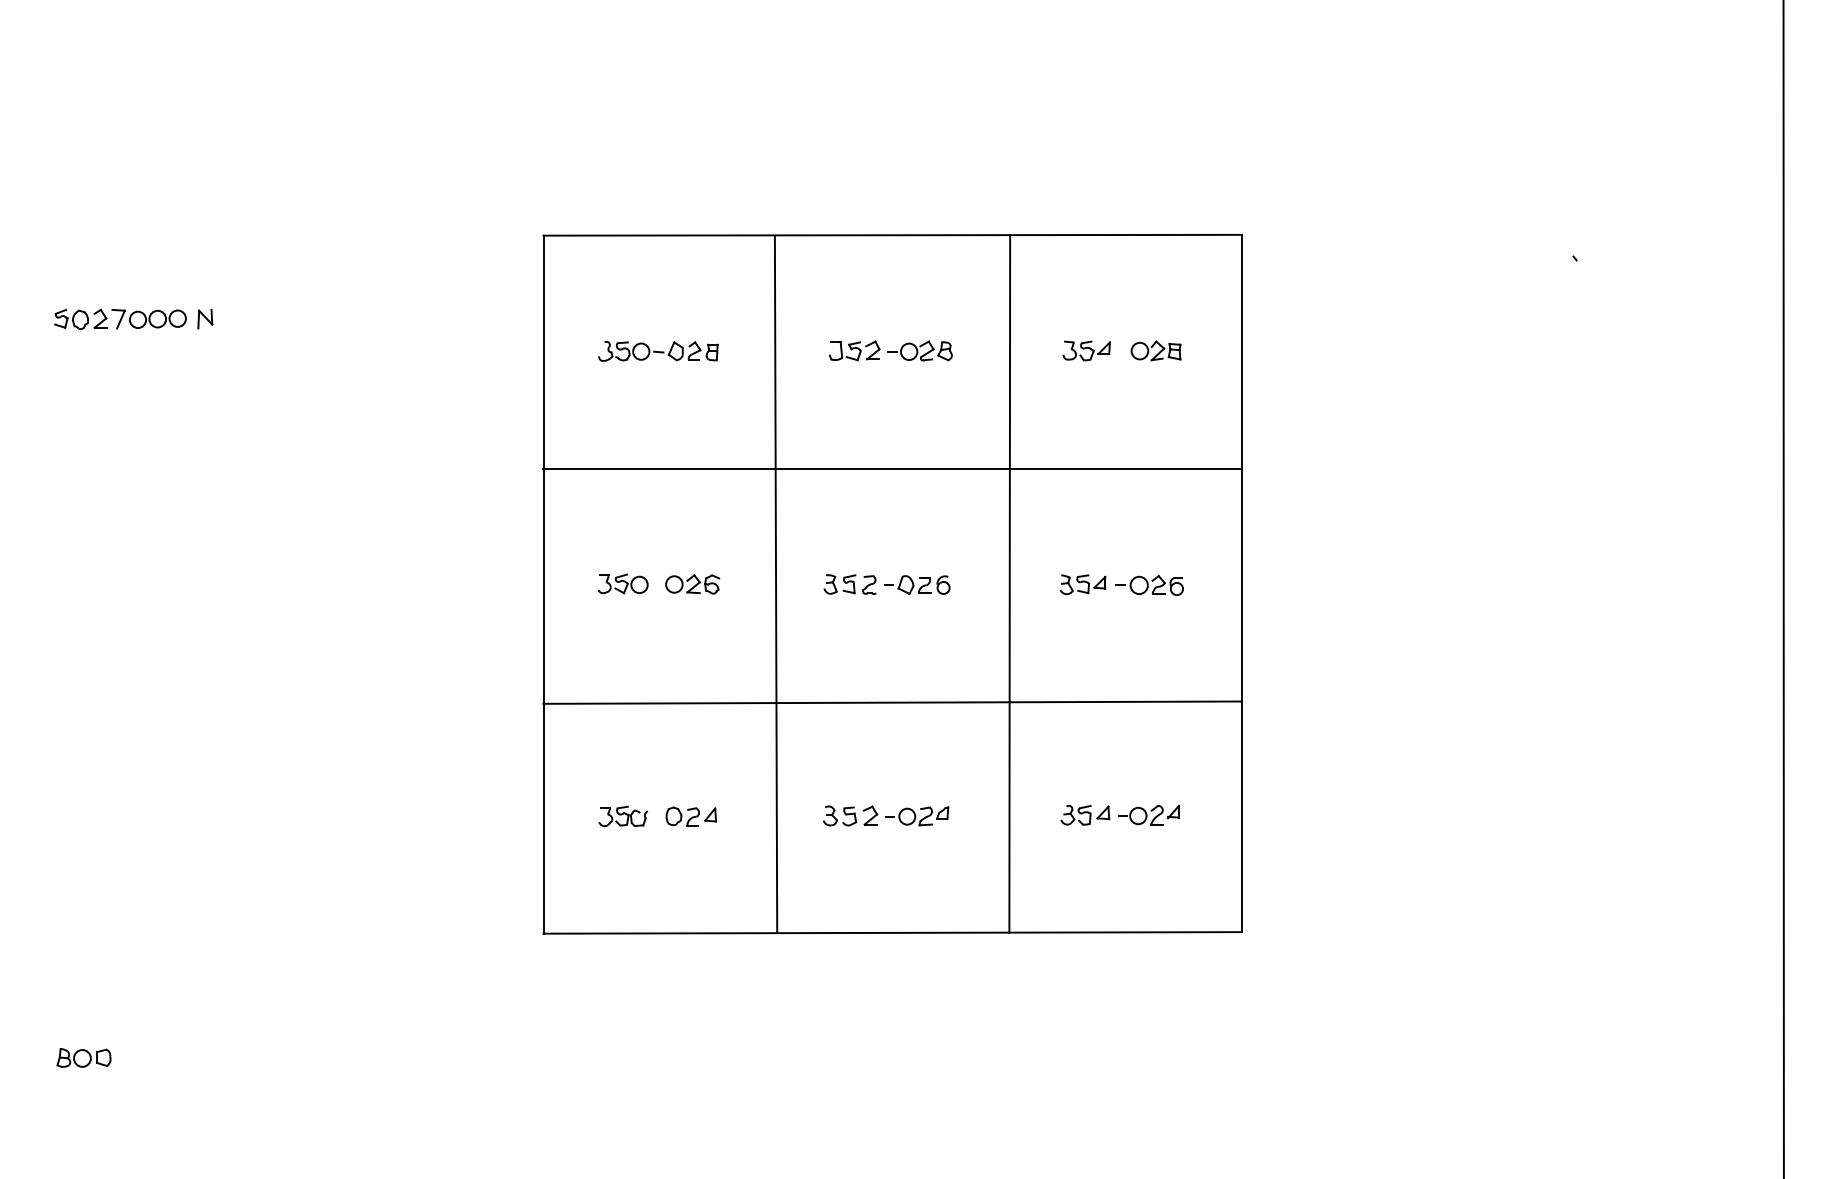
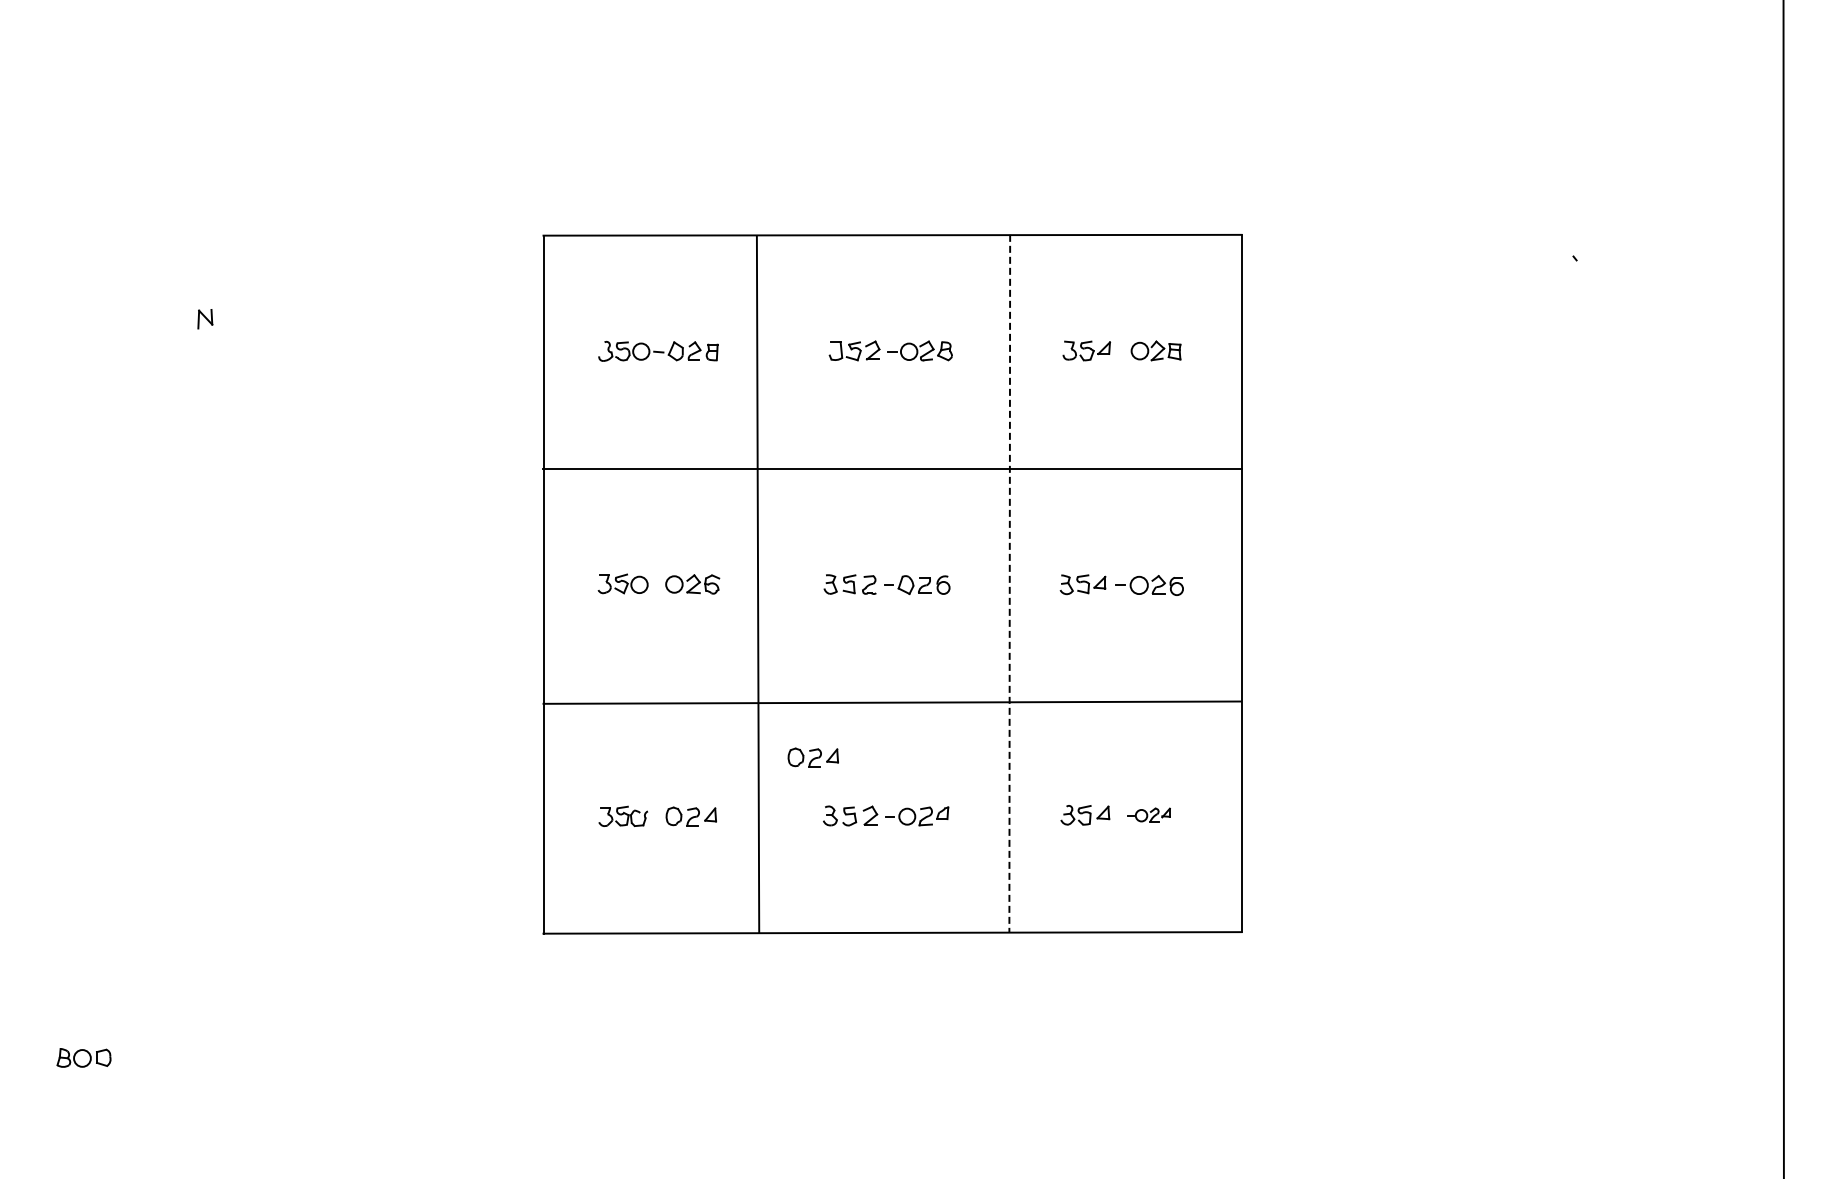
part at (120, 318): present -> none
line at (775, 584) position: (775, 584) -> (757, 584)
line at (1009, 584): solid -> dashed
part at (812, 757): none -> present
part at (1148, 814) size: 62x22 px -> 44x16 px
